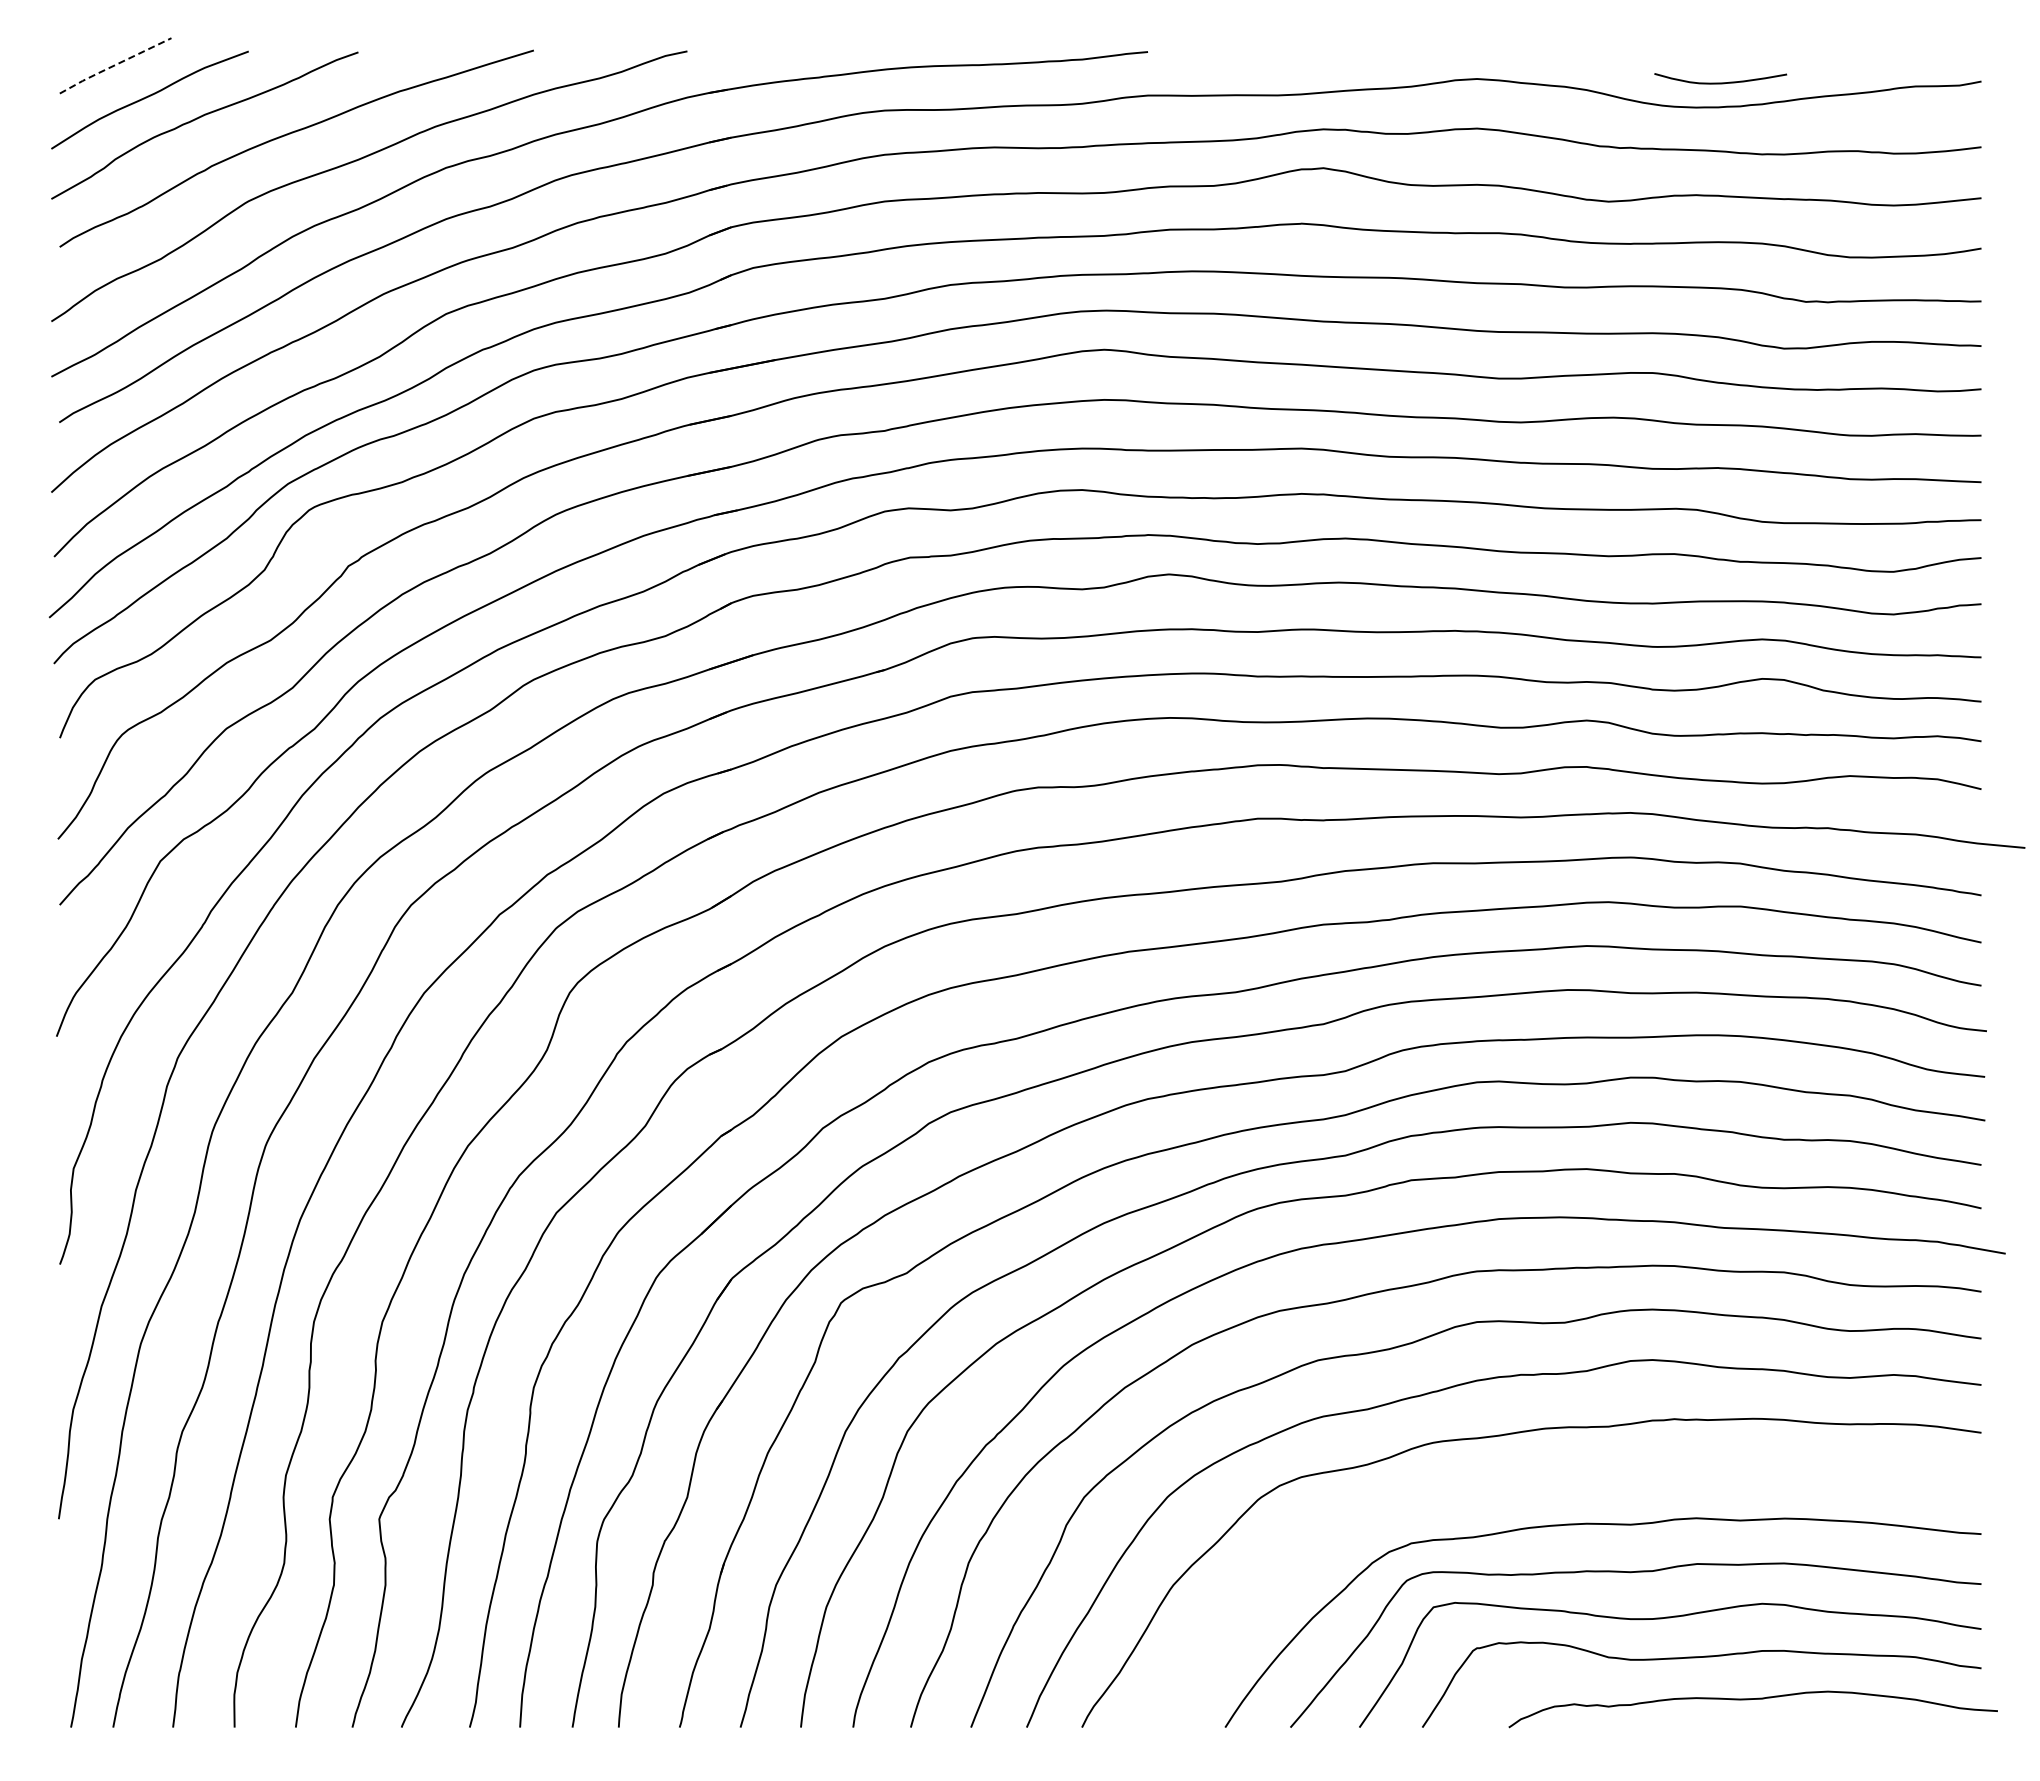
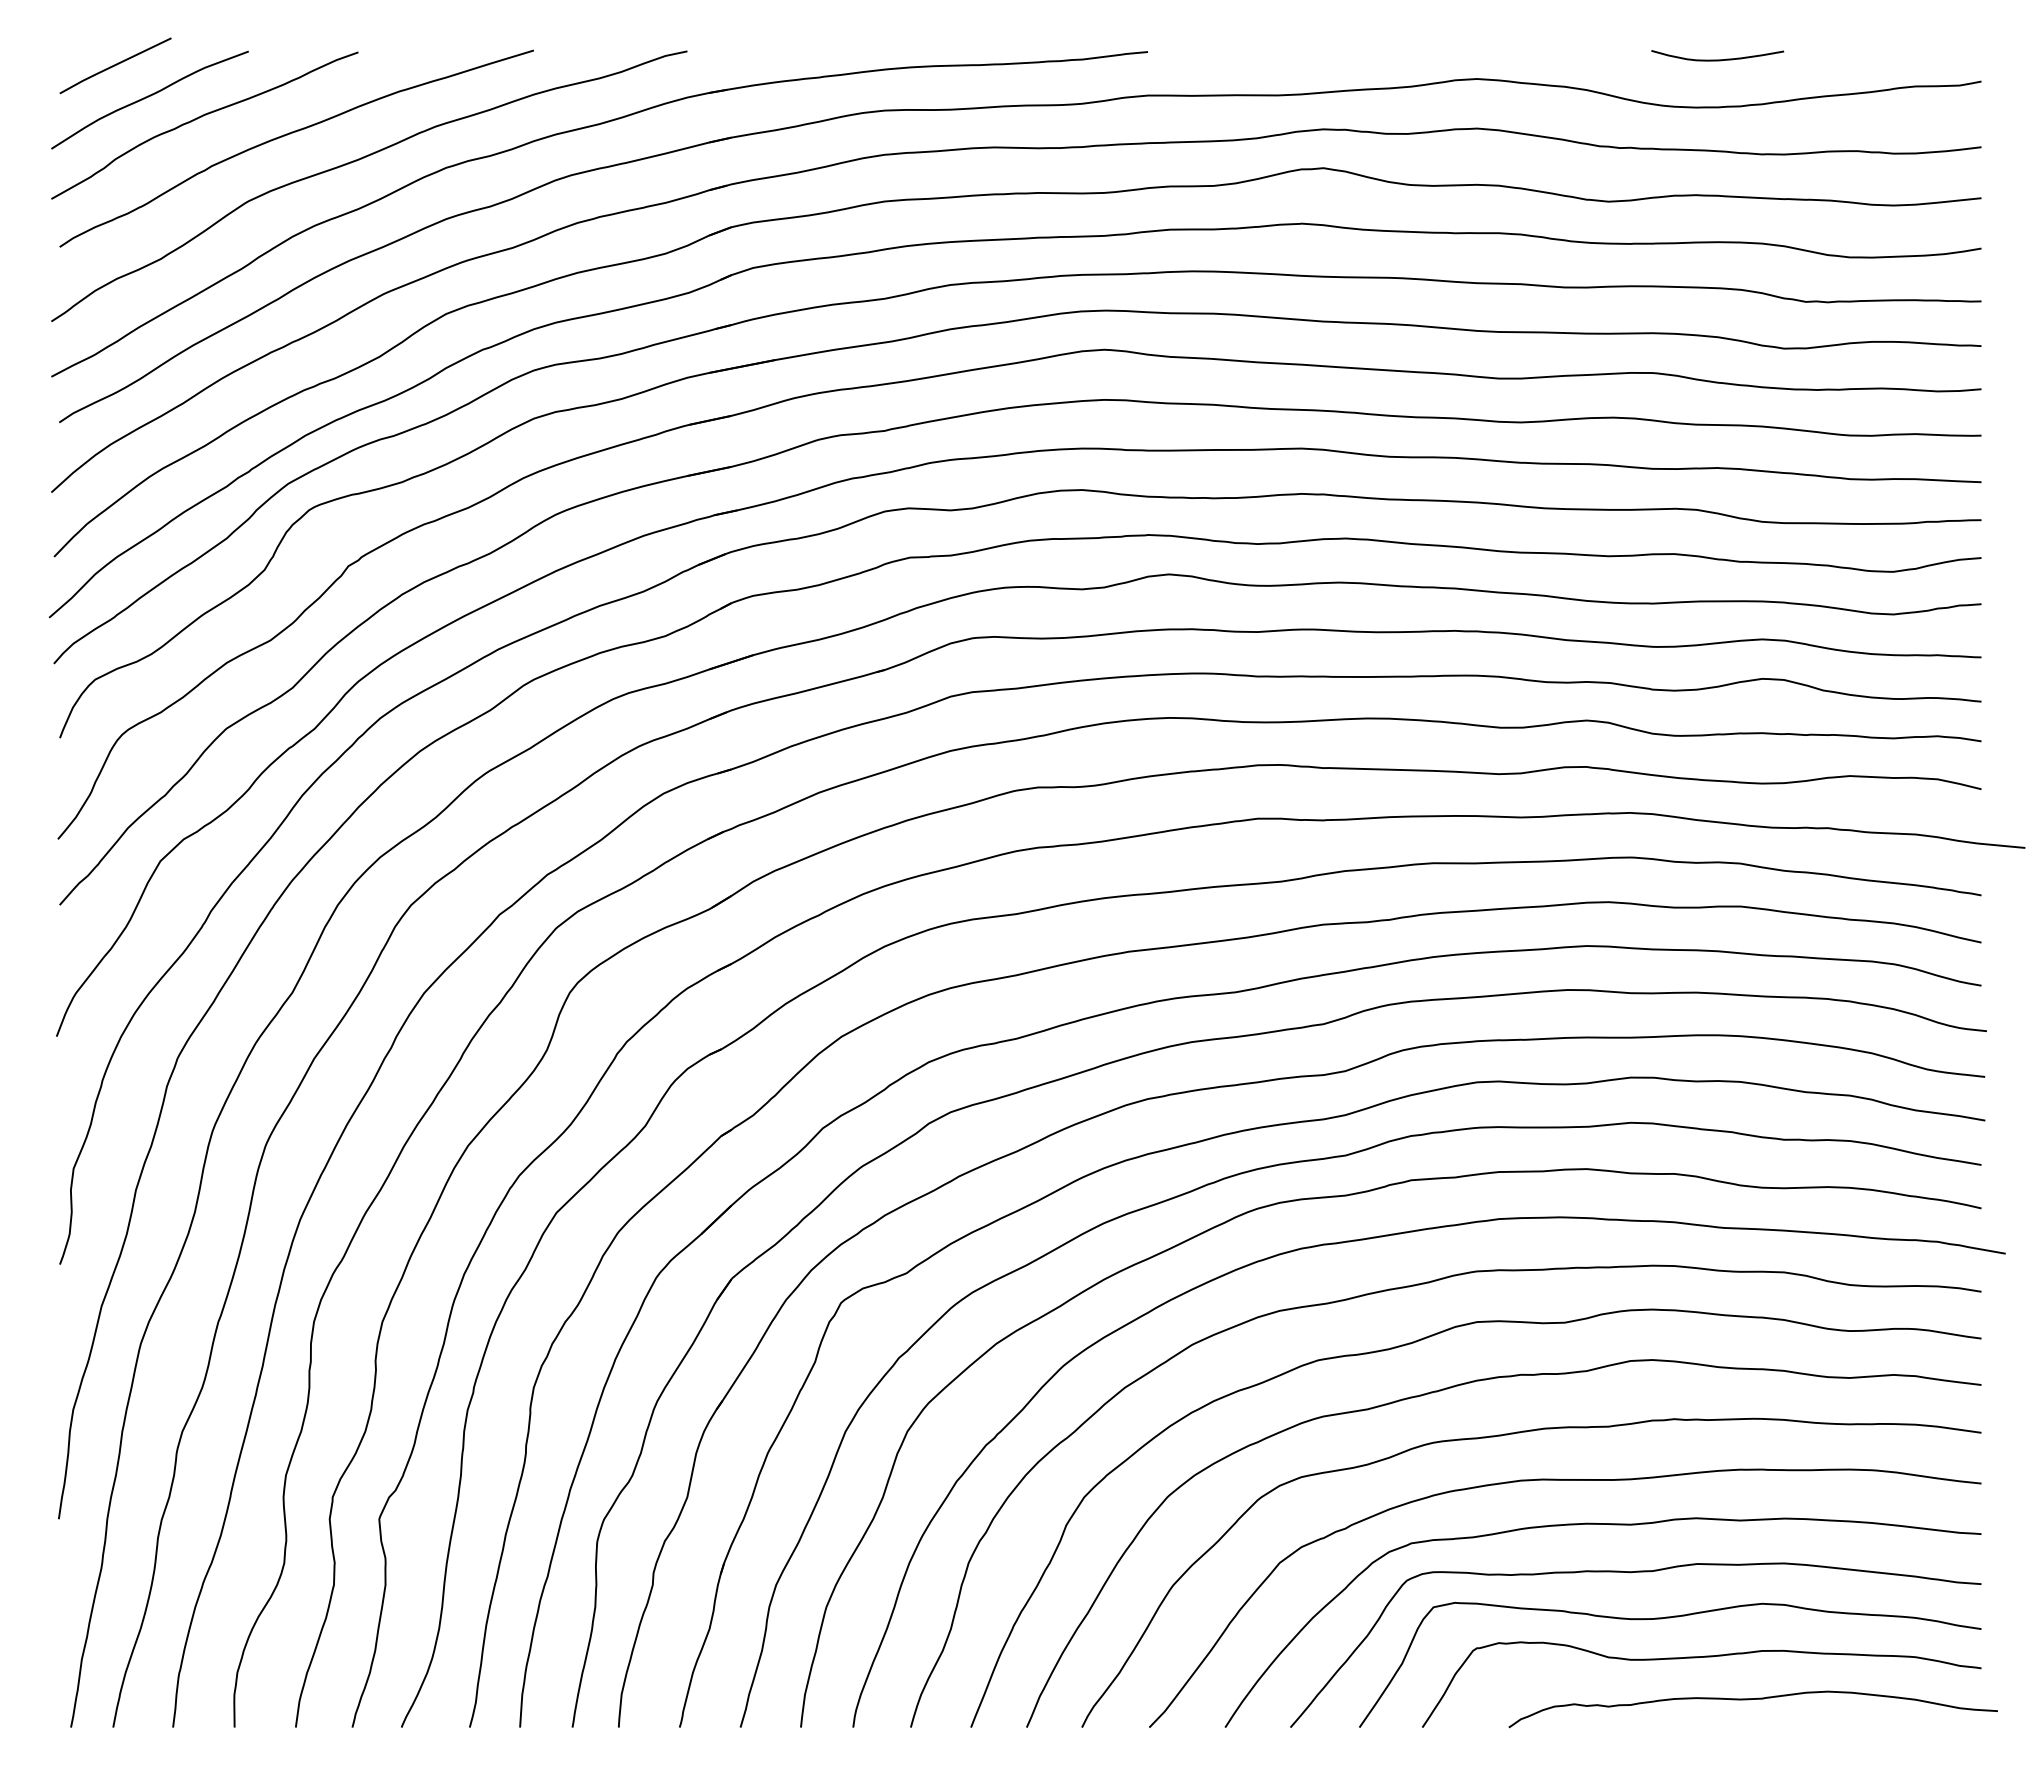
line at (114, 65): dashed -> solid
curve at (1720, 82) position: (1720, 82) -> (1717, 59)
curve at (1565, 1480): none -> present
